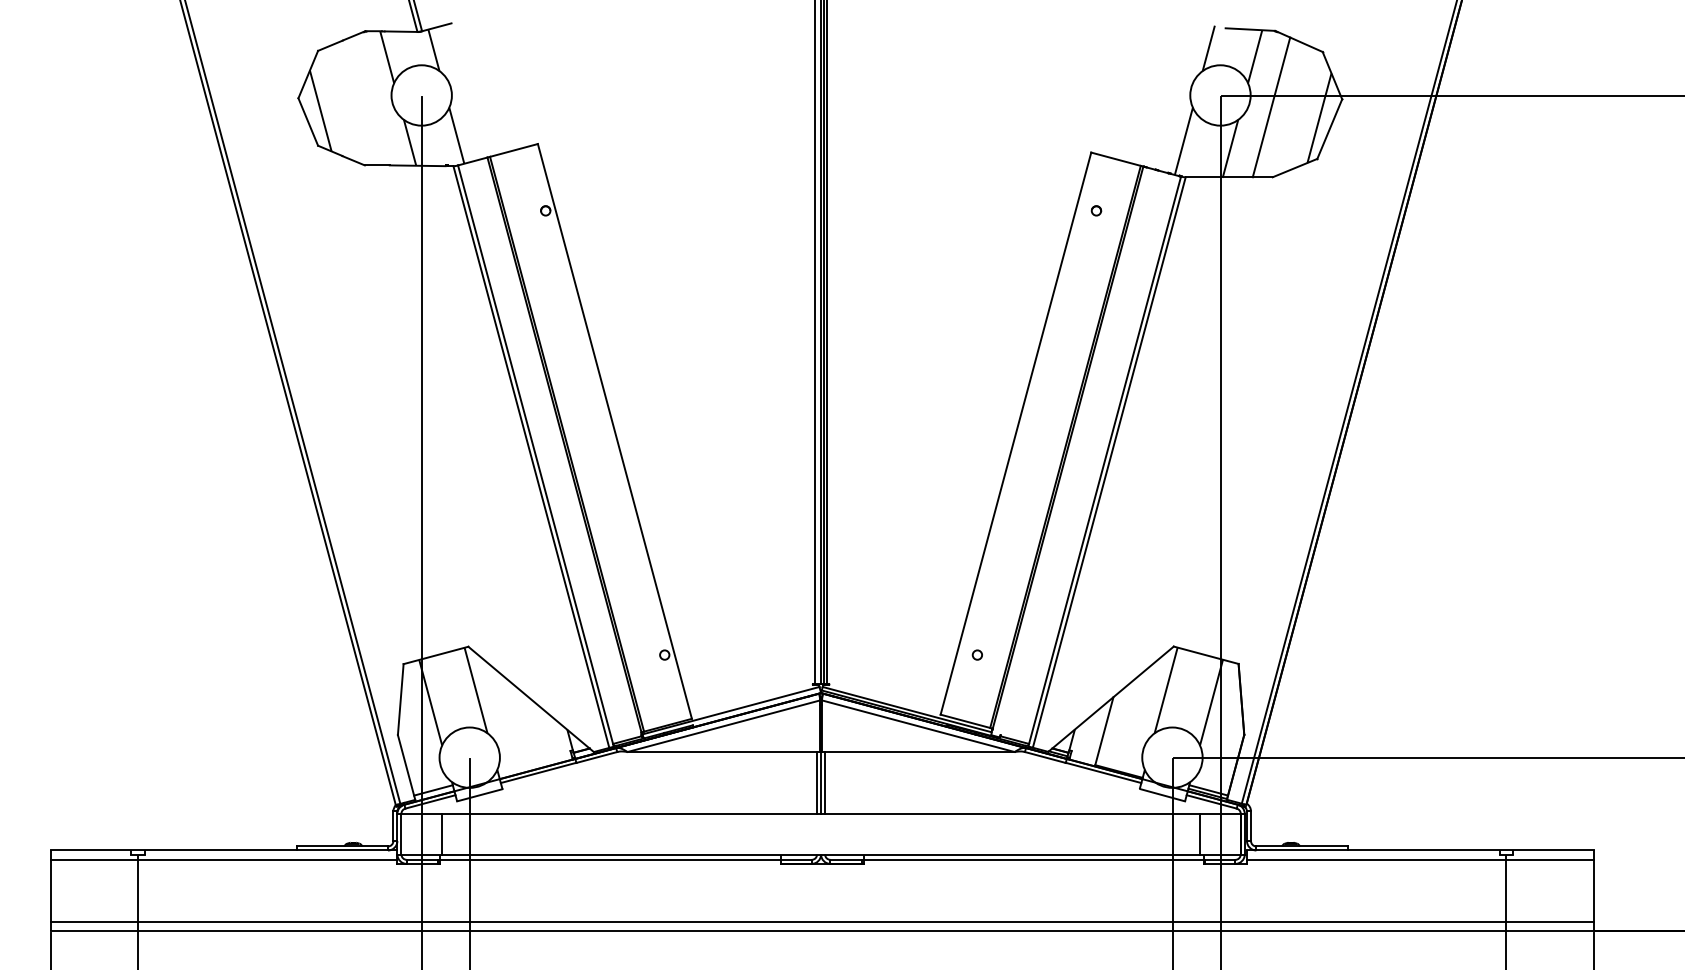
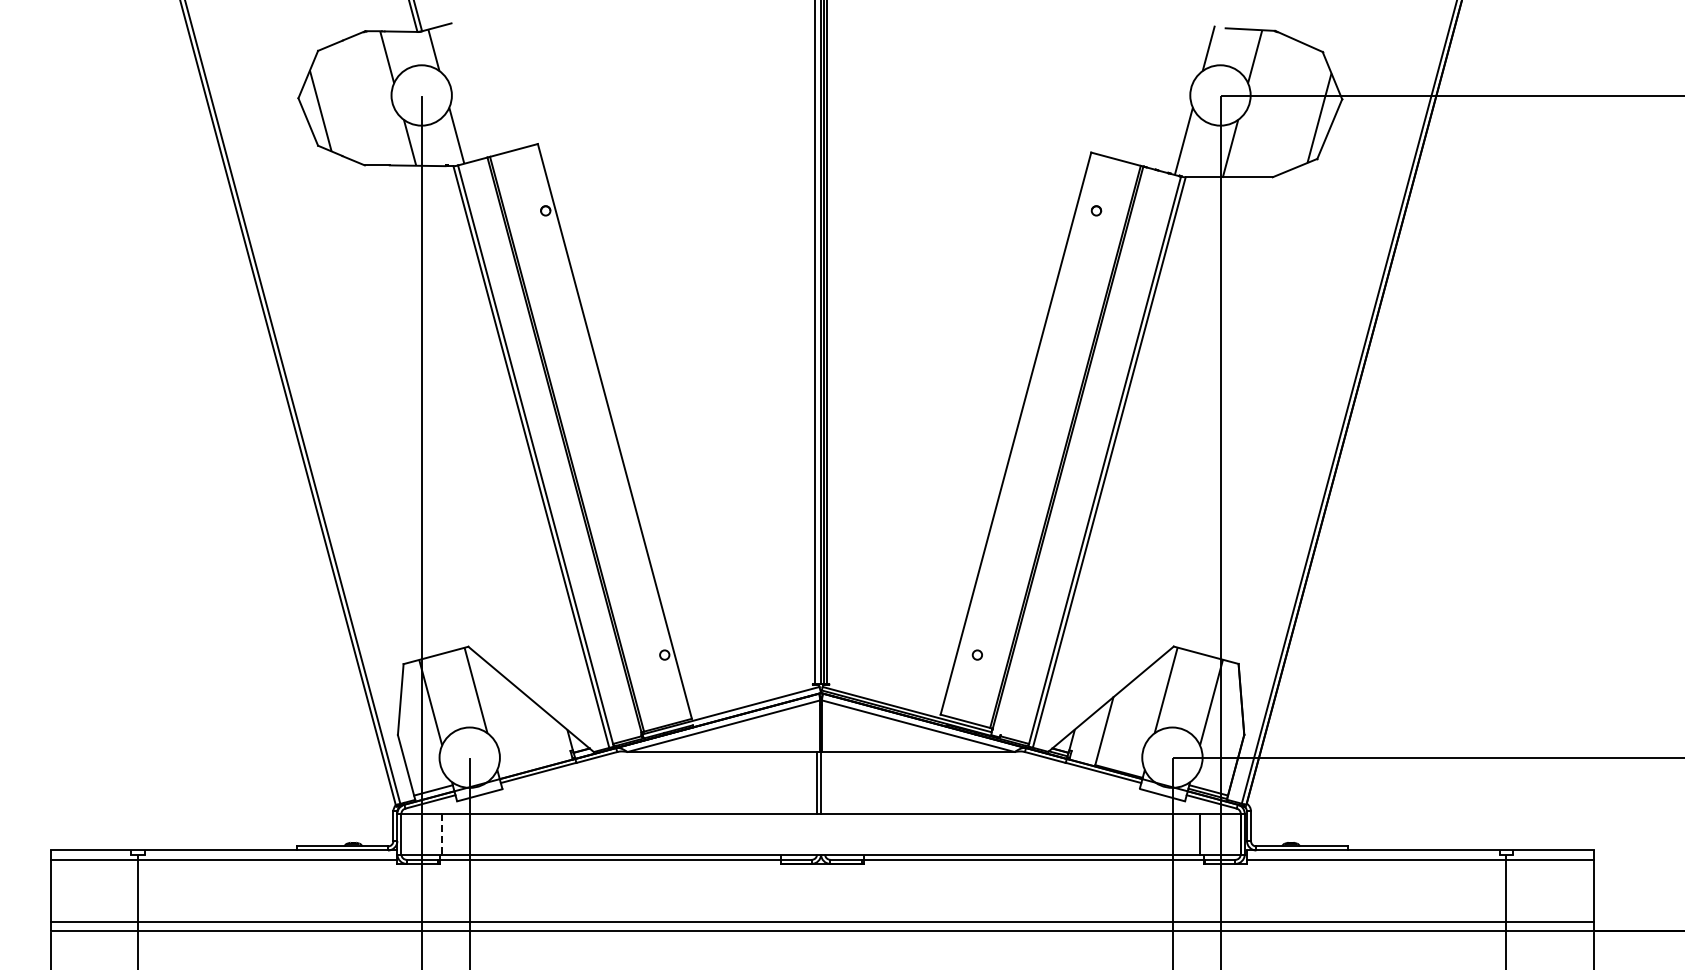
line at (1271, 107): present -> none
line at (825, 783): present -> none
line at (441, 834): solid -> dashed
